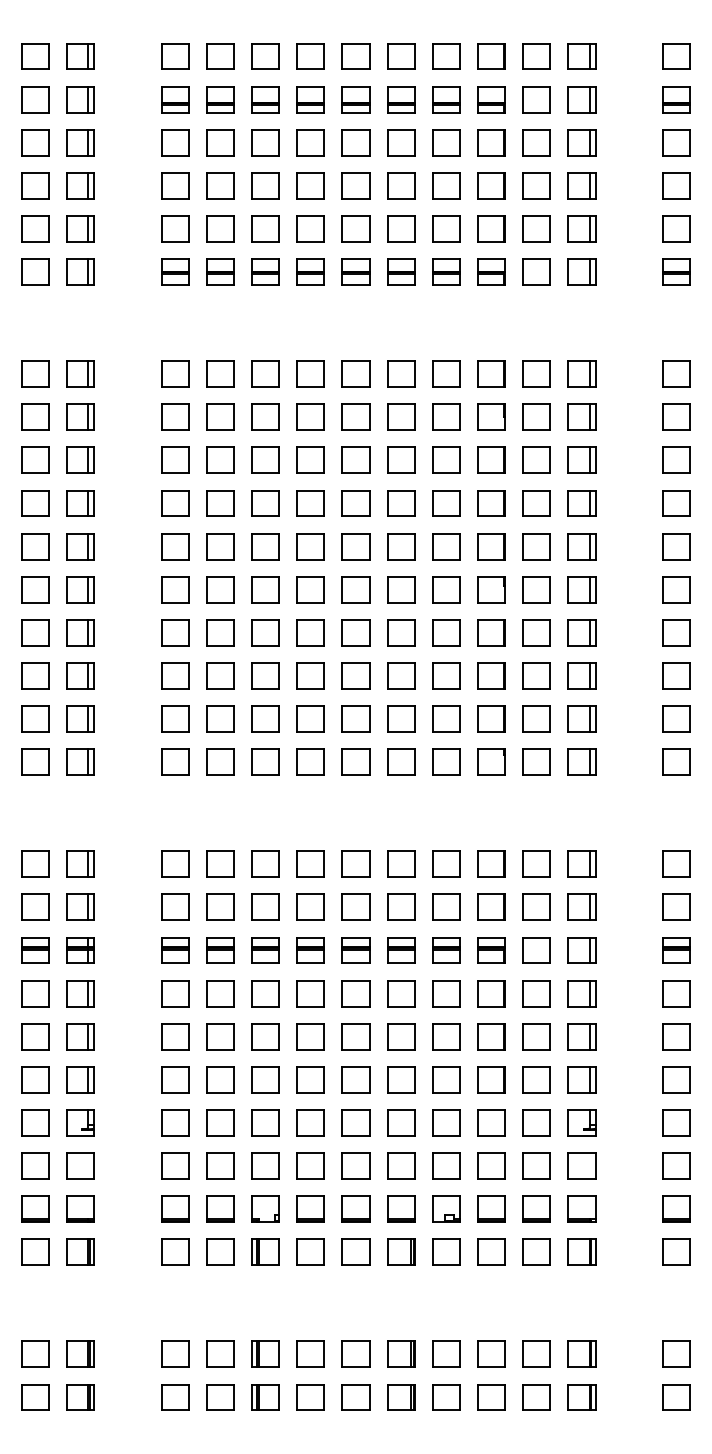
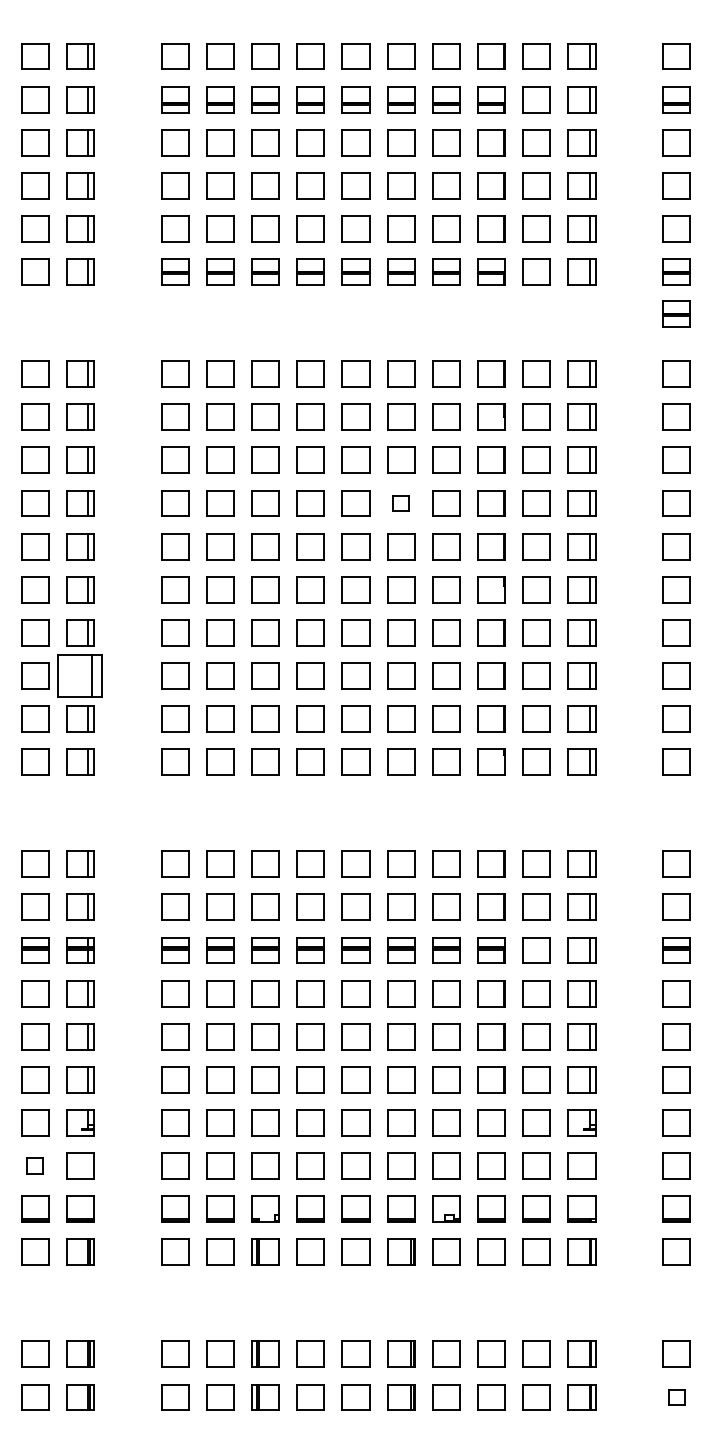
part at (676, 313): none -> present
part at (401, 503) size: 29x27 px -> 18x17 px
part at (80, 675) size: 29x28 px -> 46x44 px
part at (35, 1165) size: 29x28 px -> 18x18 px
part at (676, 1397) size: 29x27 px -> 18x17 px
